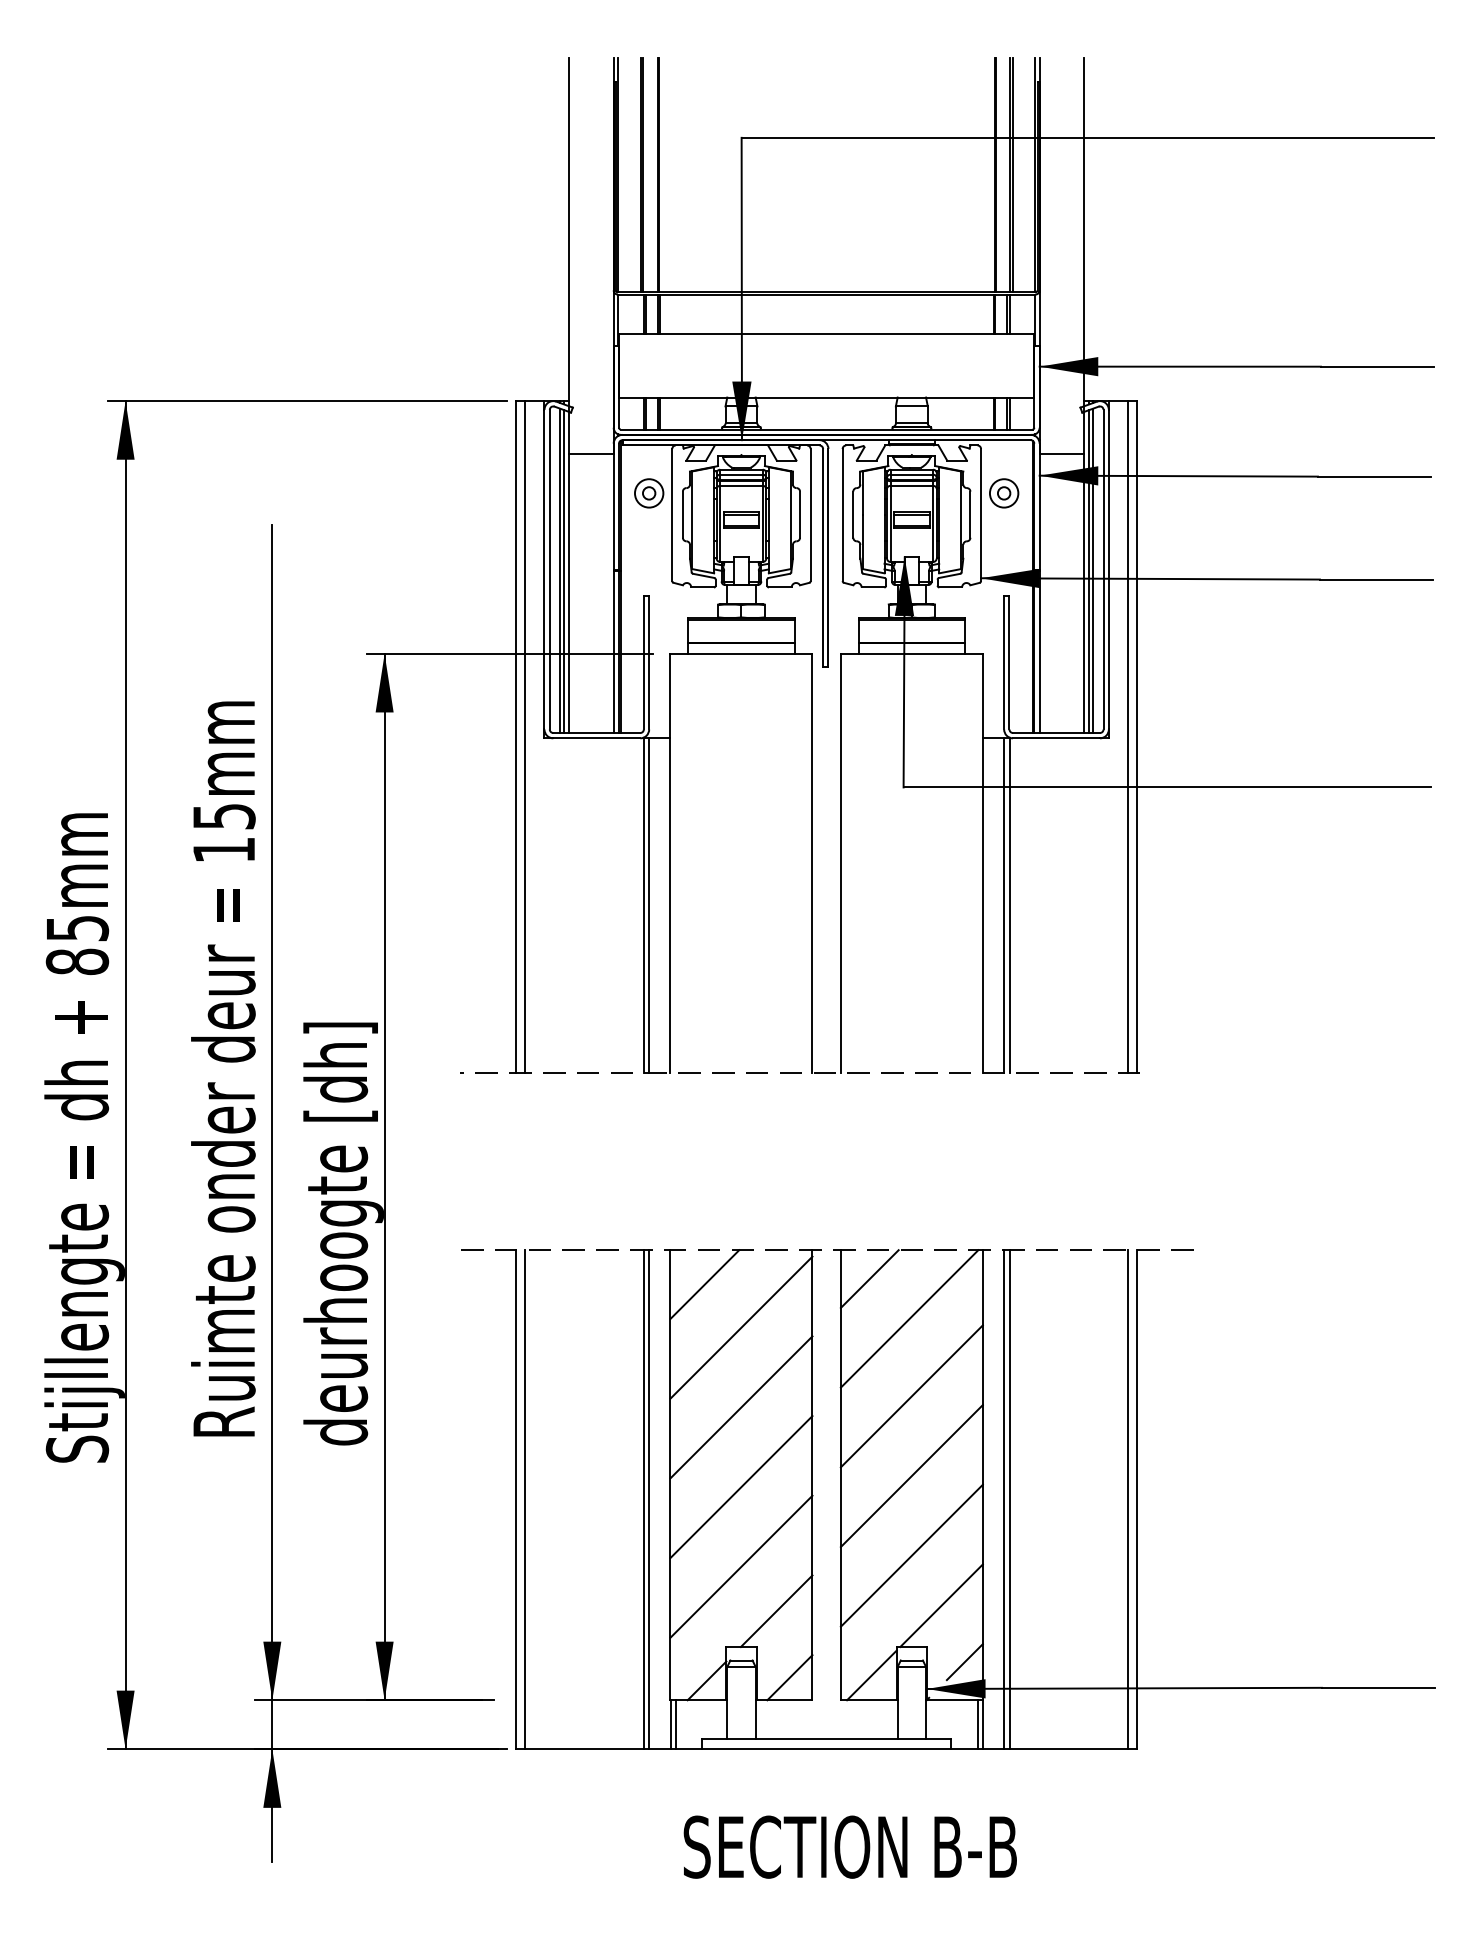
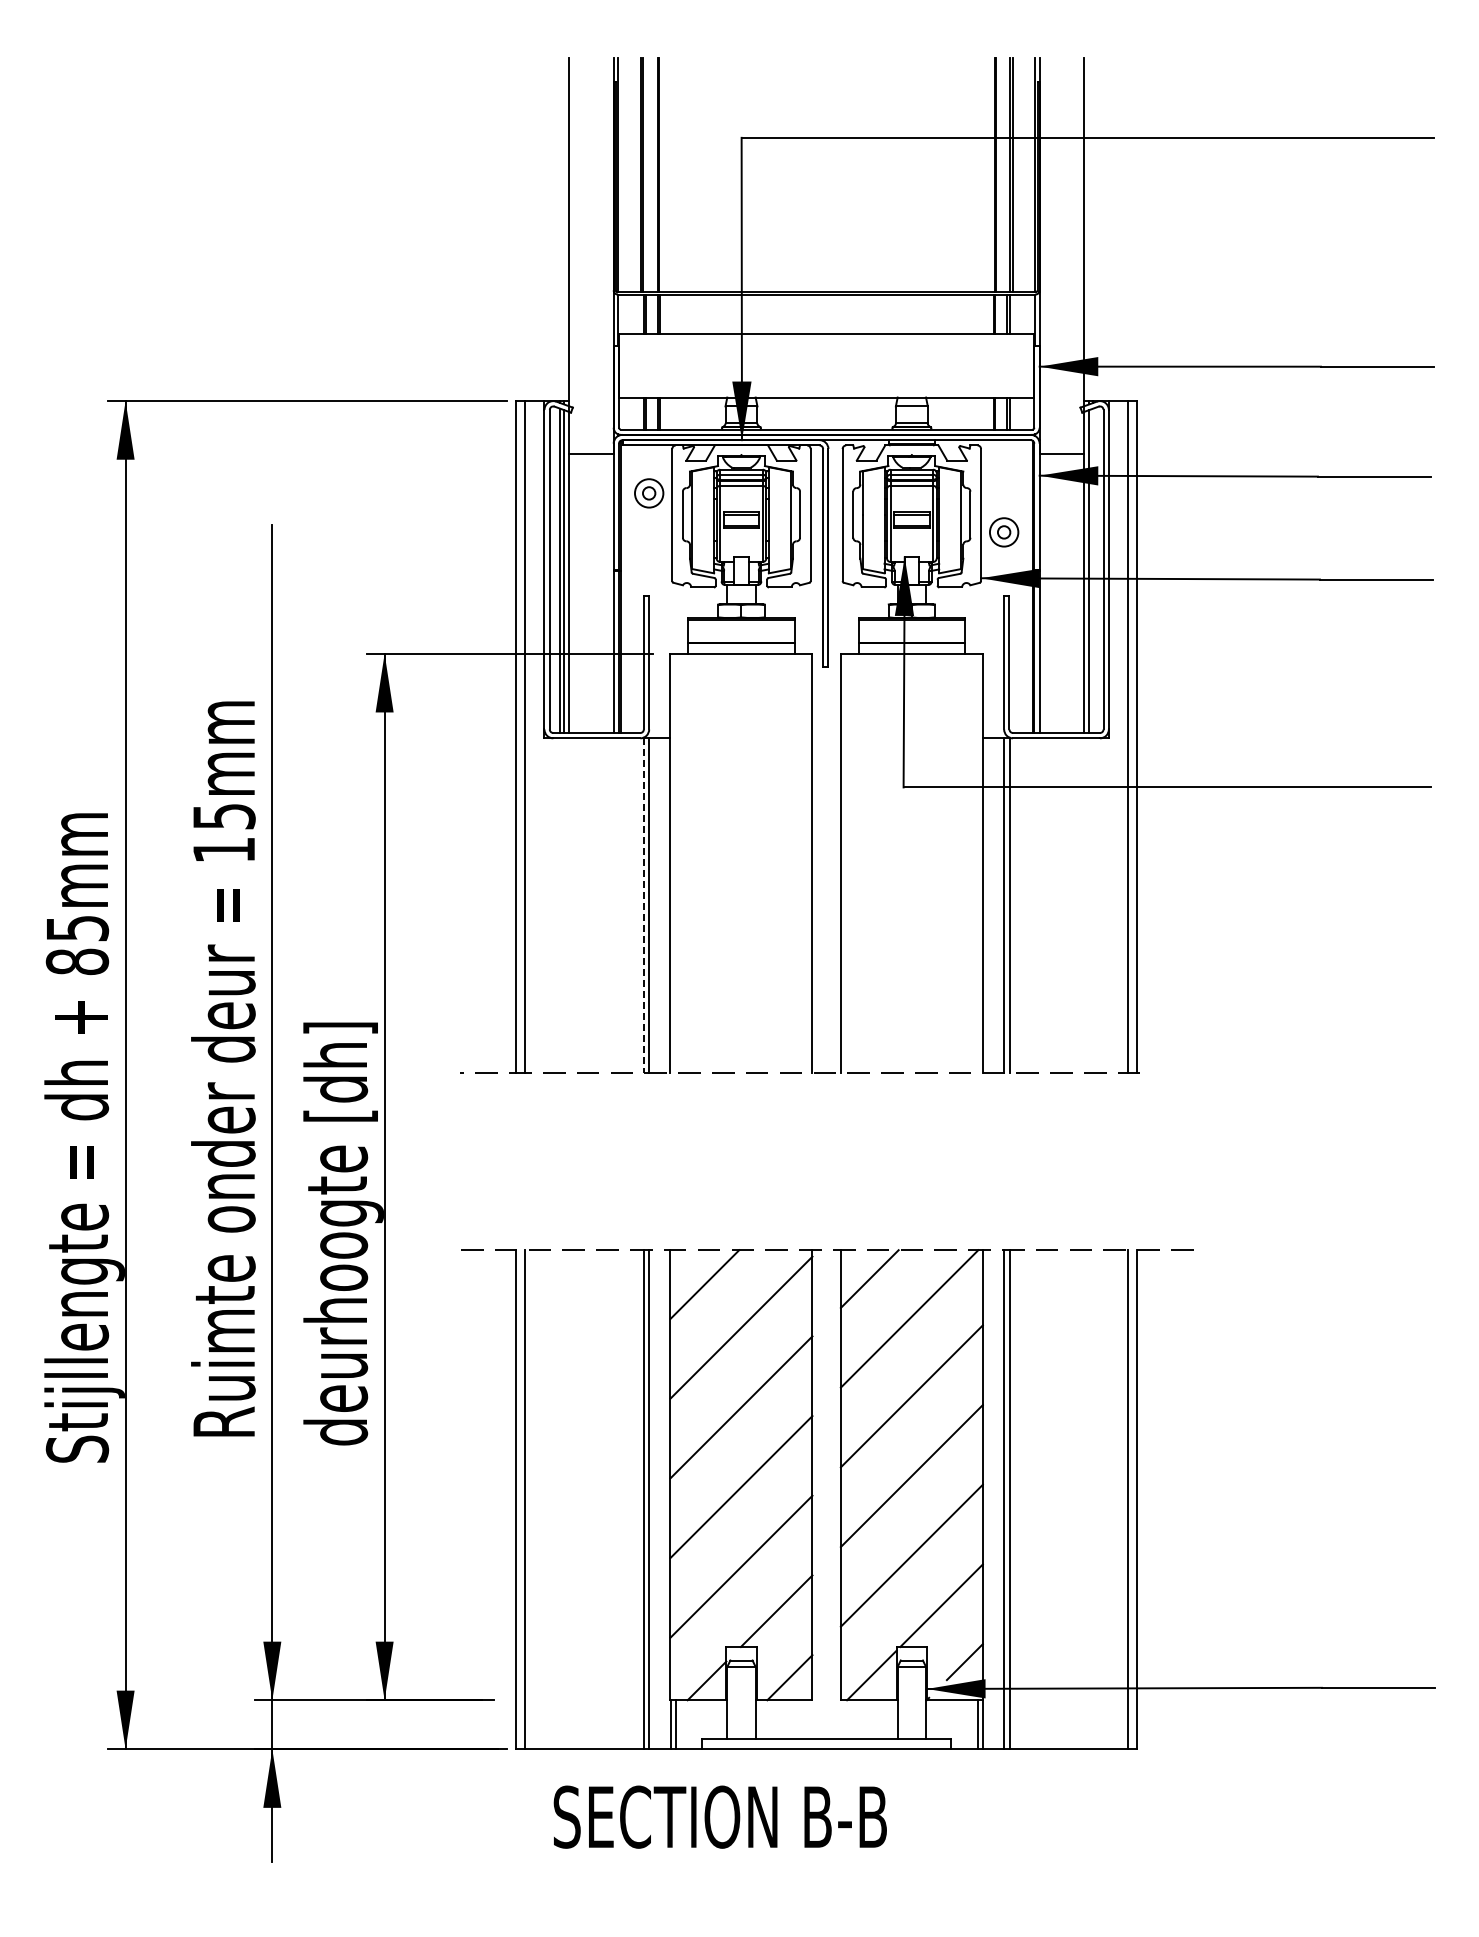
part at (1004, 493) position: (1004, 493) -> (1004, 532)
line at (1092, 570): present -> none
line at (643, 906): solid -> dashed
text at (849, 1846) position: (849, 1846) -> (719, 1816)
